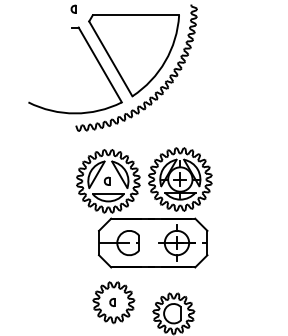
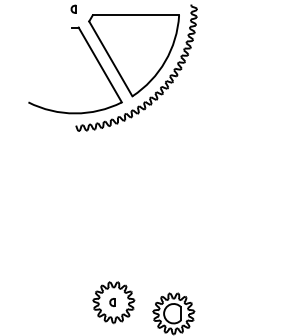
part at (144, 218): present -> none
